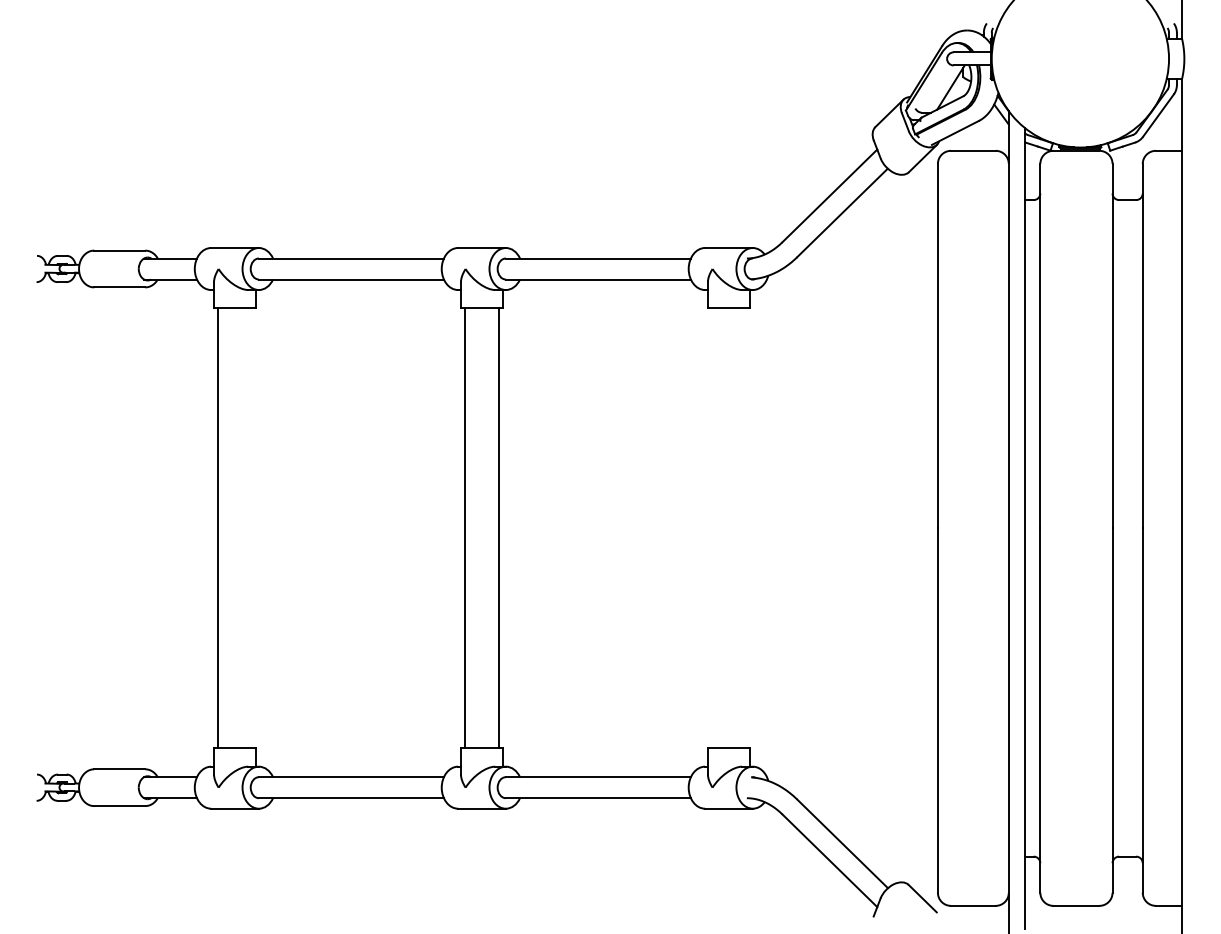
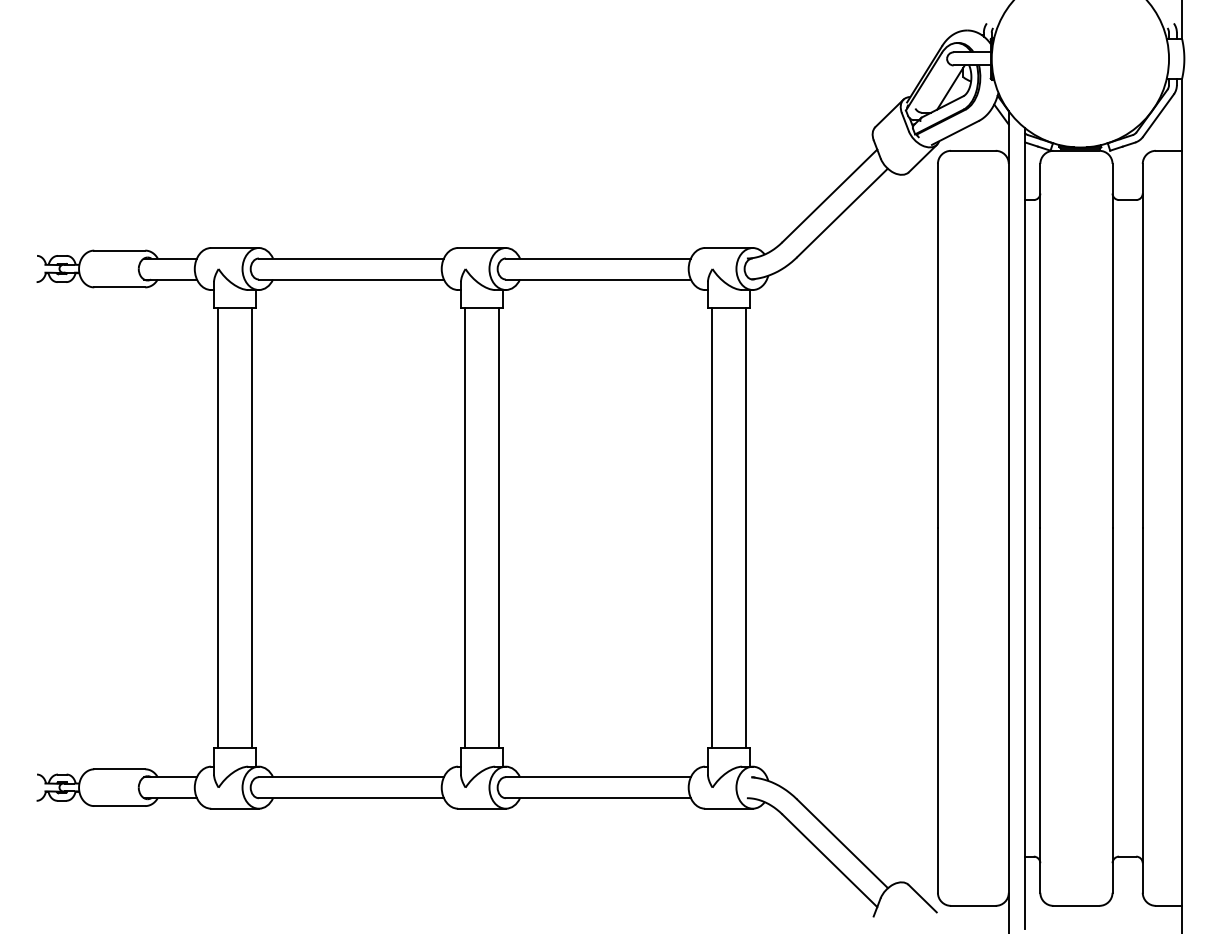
line at (252, 528): none -> present
line at (711, 528): none -> present
line at (746, 528): none -> present
